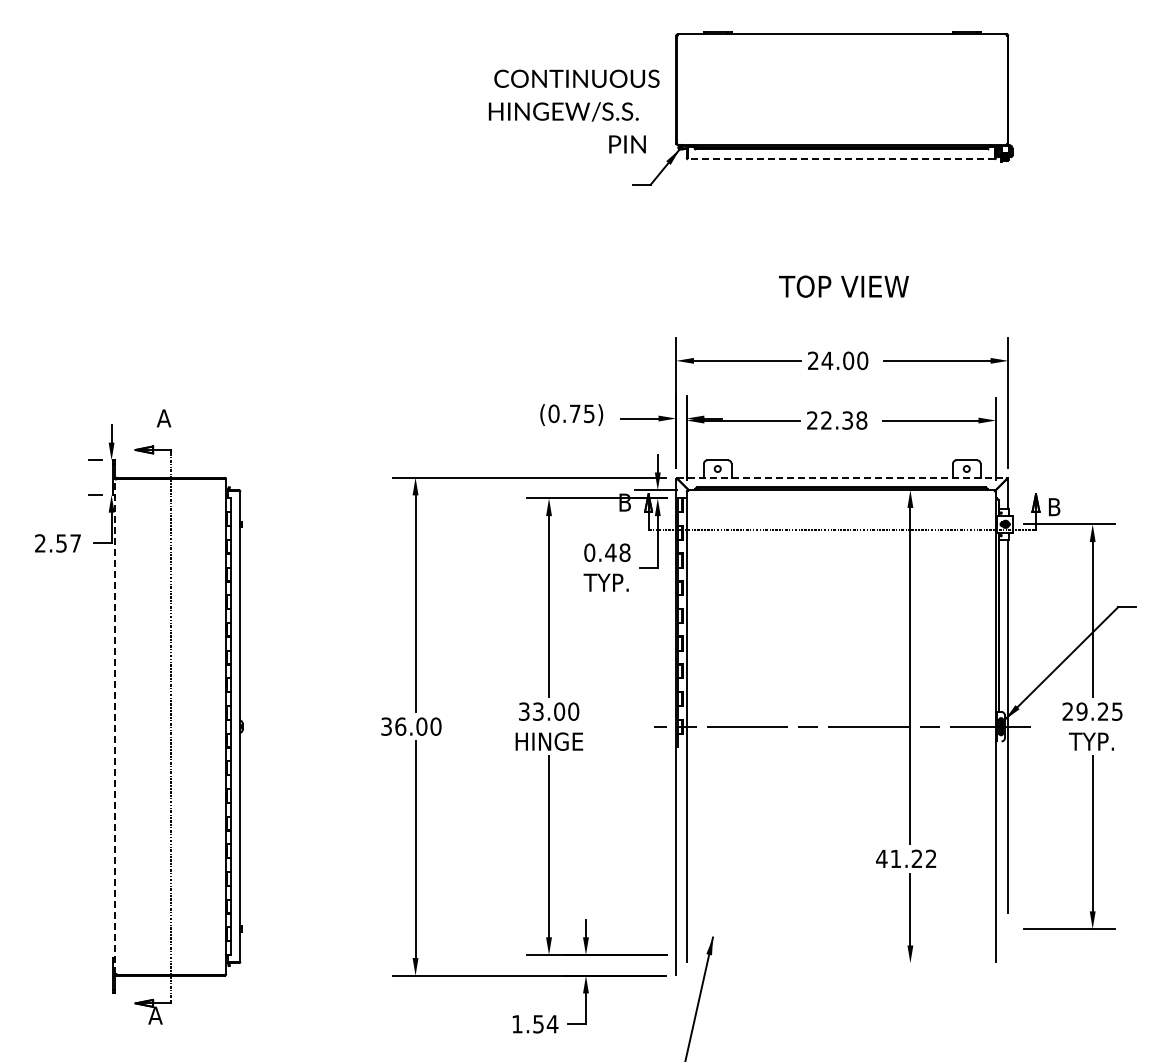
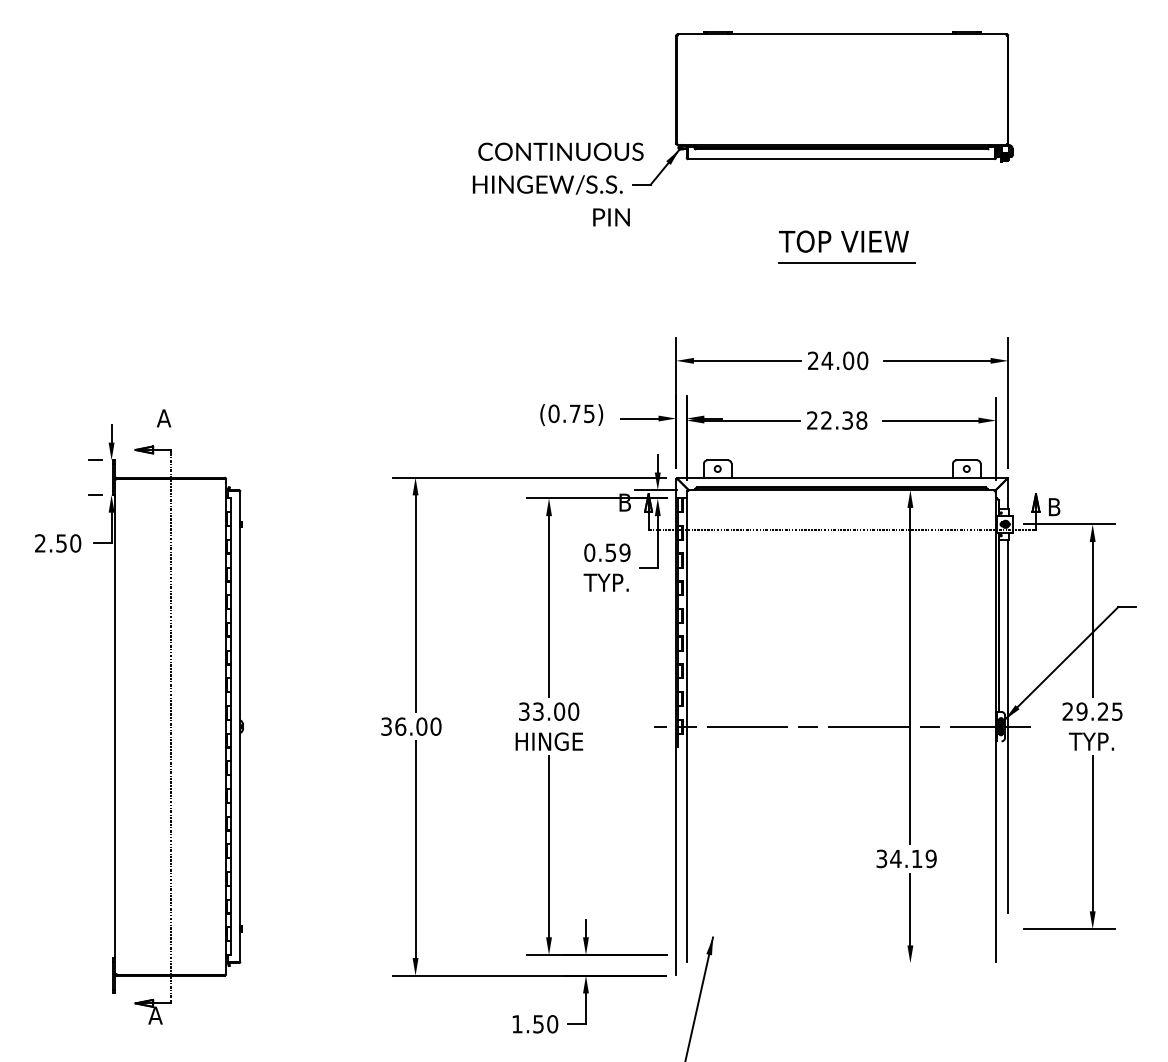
text at (573, 111) position: (573, 111) -> (557, 184)
line at (840, 159): dashed -> solid
line at (846, 263): none -> present
text at (843, 286) position: (843, 286) -> (843, 241)
line at (842, 477): dashed -> solid
text at (75, 543): 2.57 -> 2.50
text at (617, 552): 0.48 -> 0.59
line at (115, 726): dashed -> solid
text at (906, 858): 41.22 -> 34.19
text at (552, 1024): 1.54 -> 1.50
